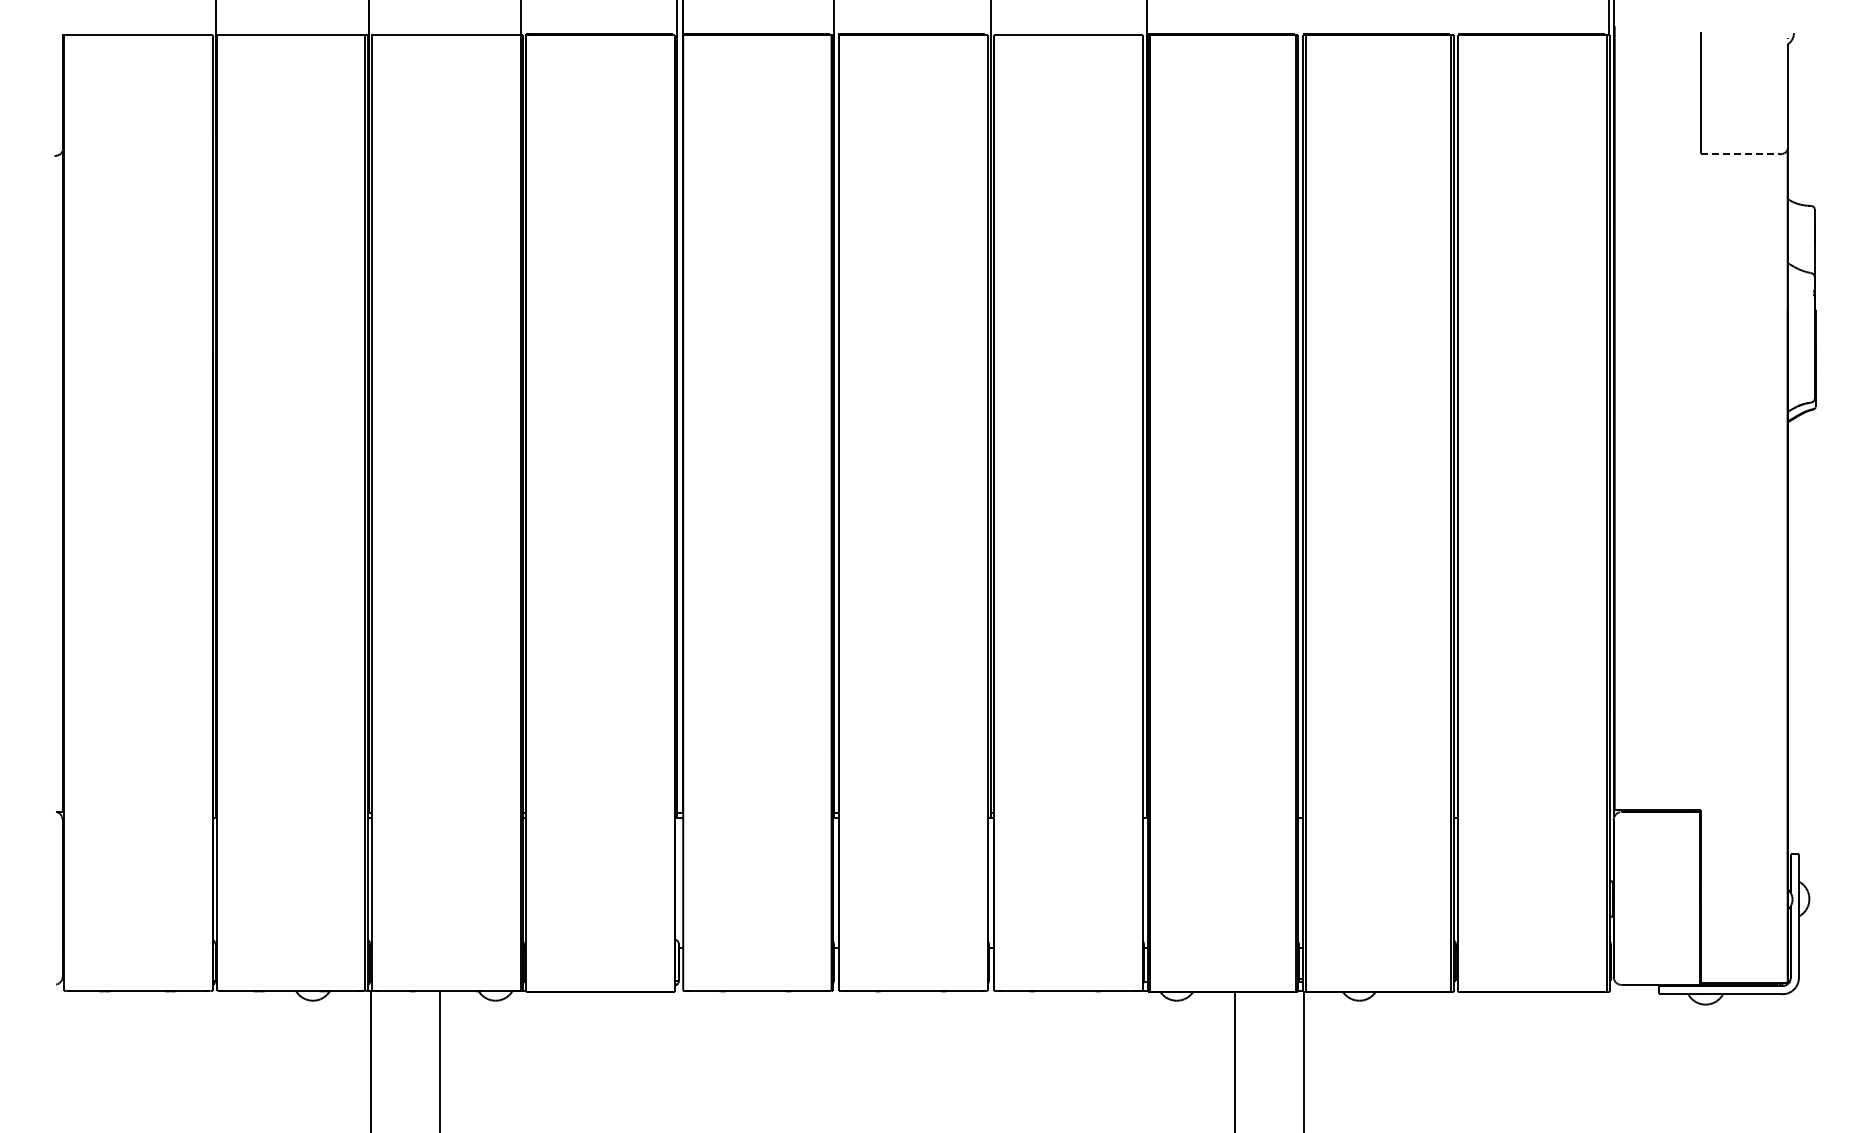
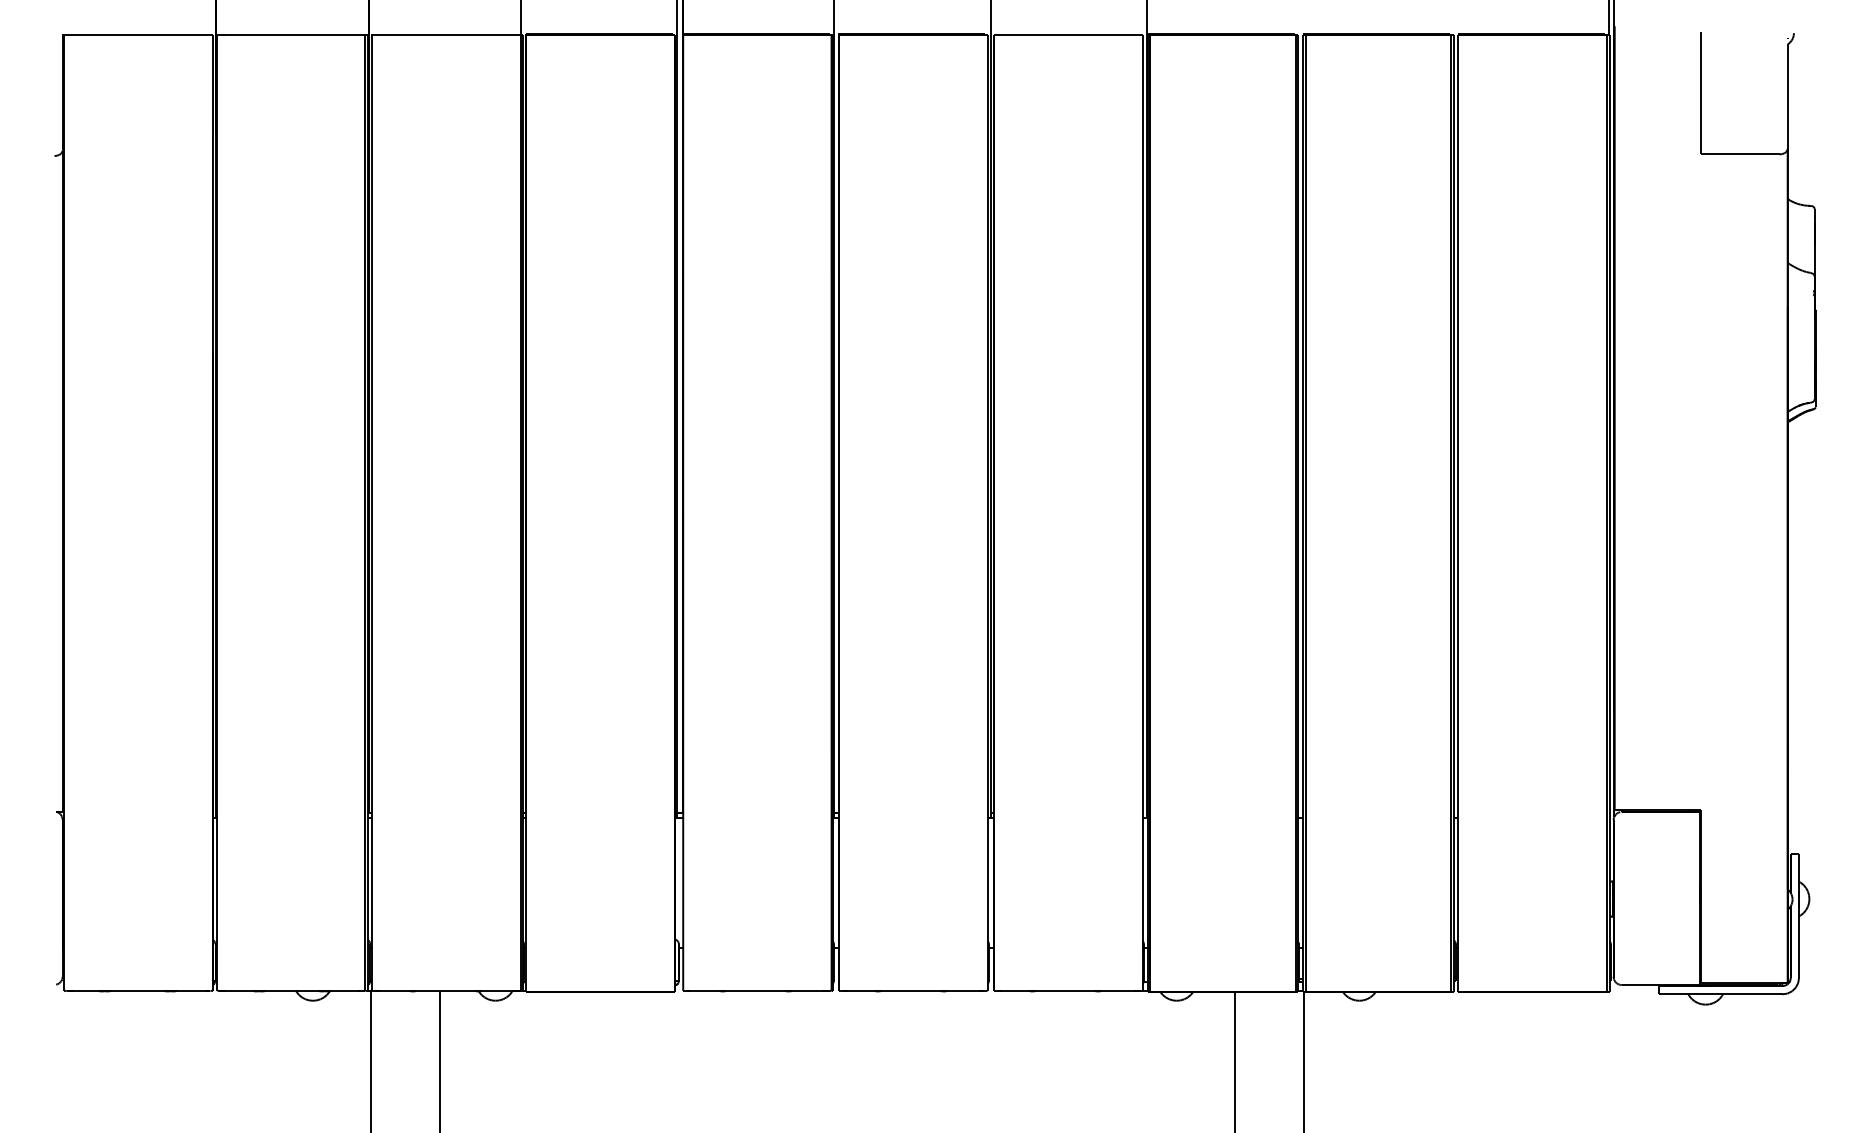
line at (1741, 154): dashed -> solid
